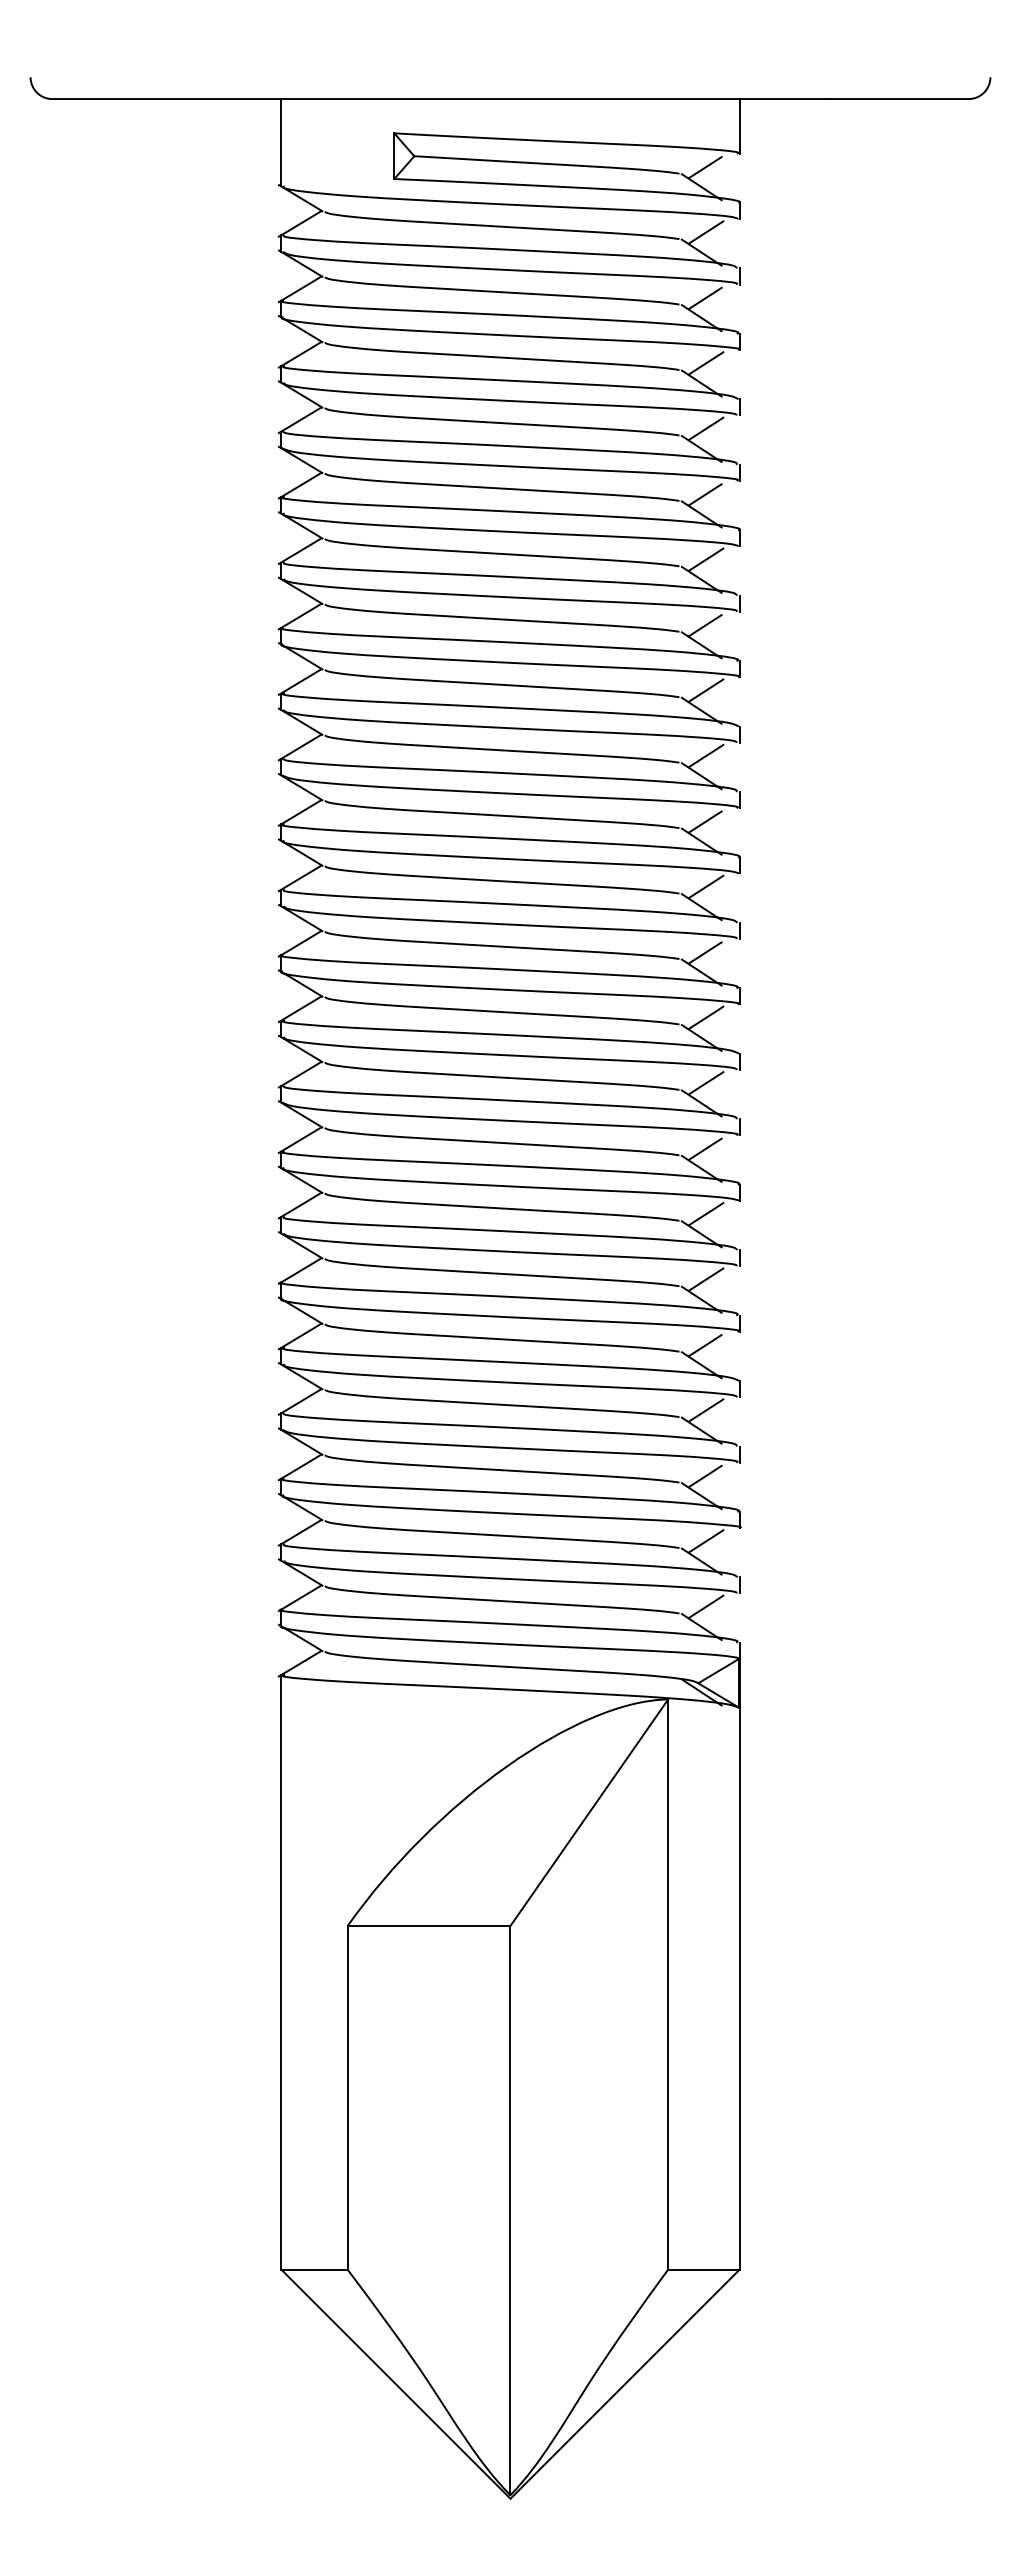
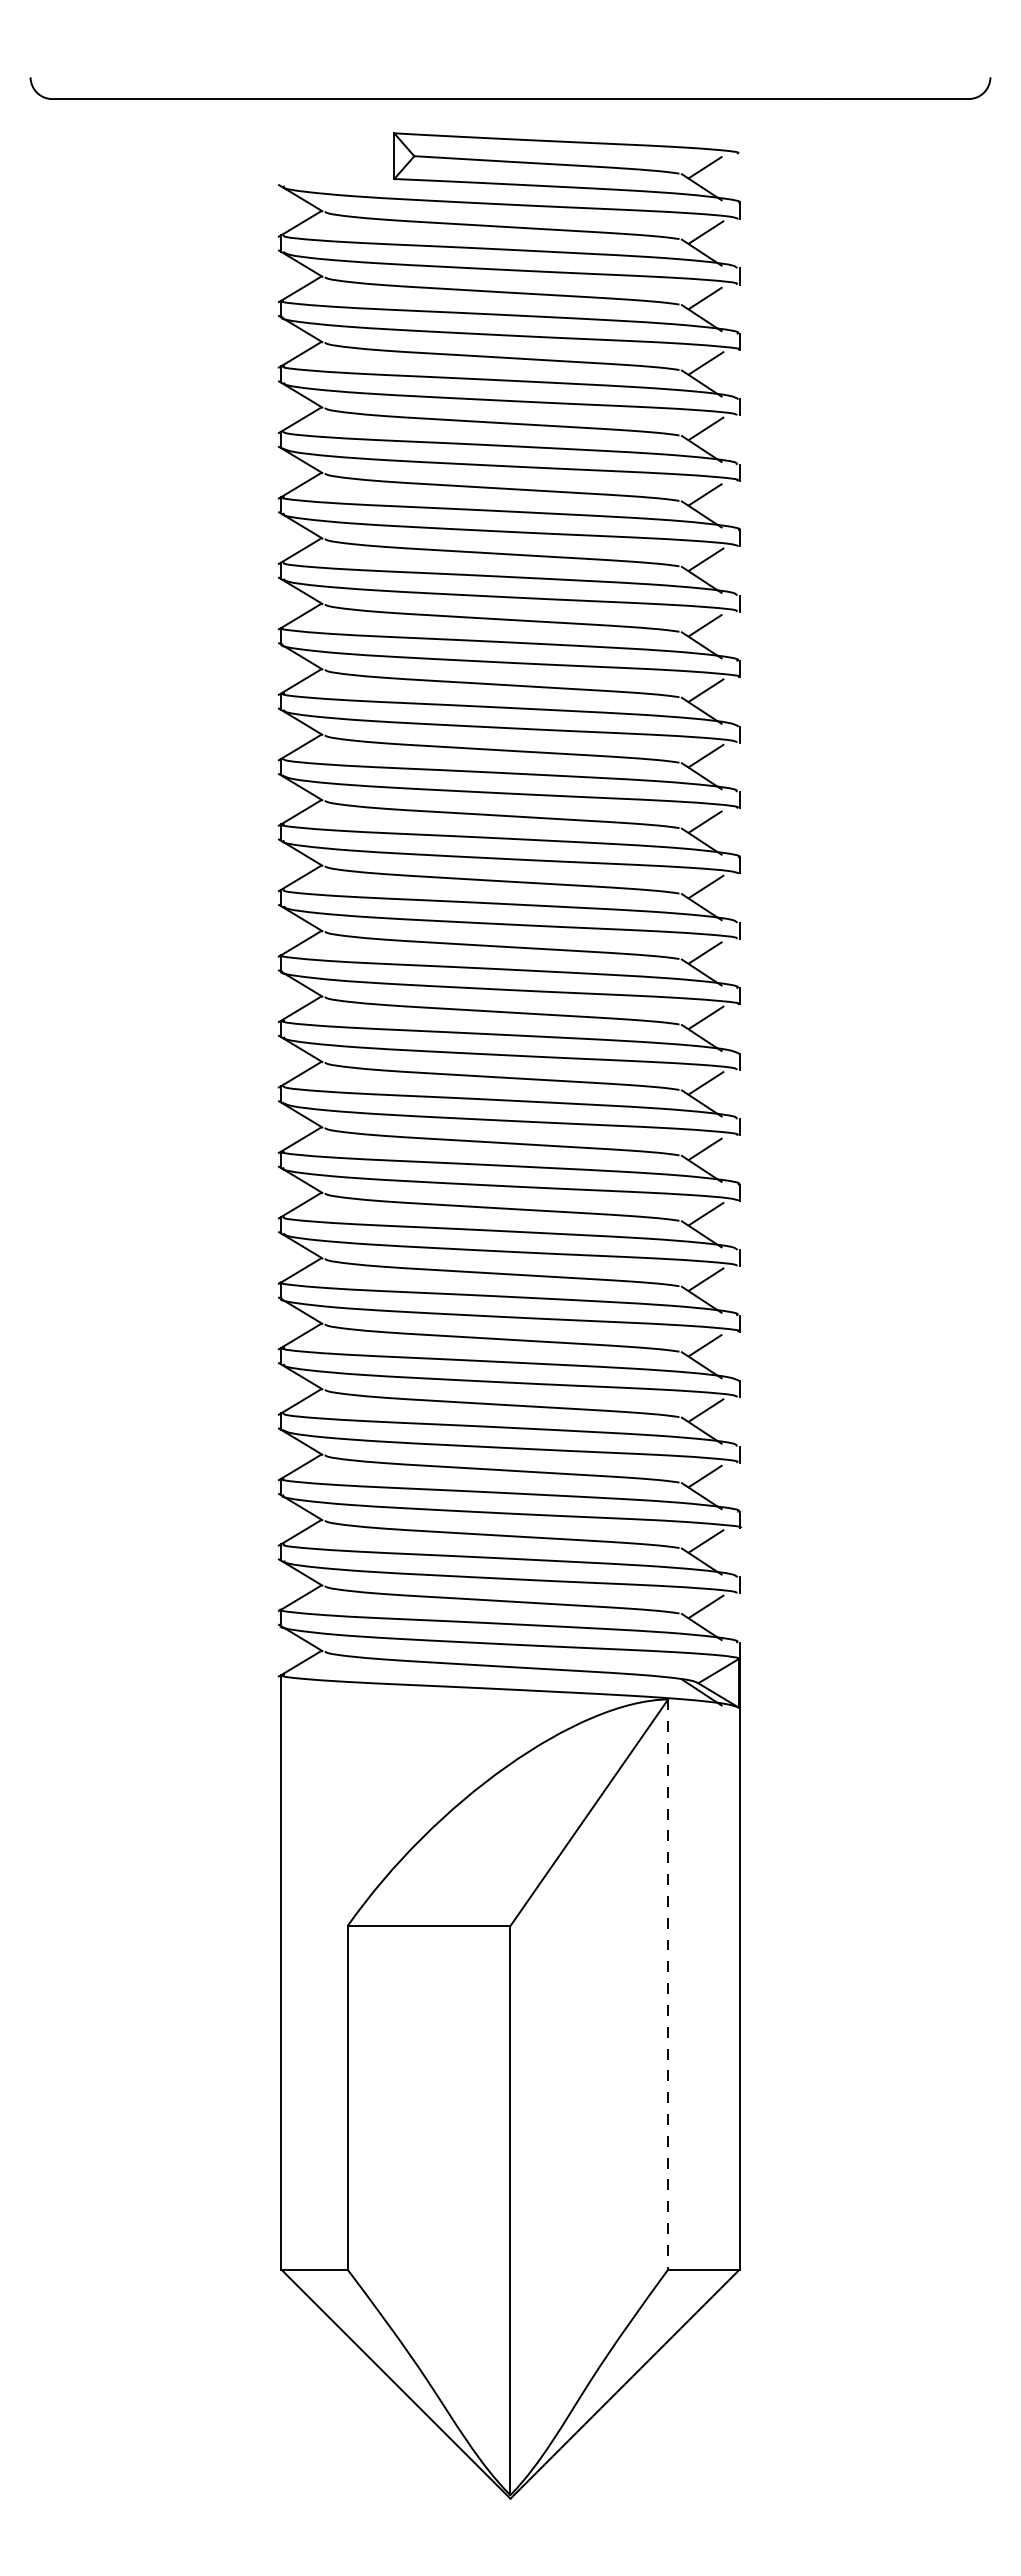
line at (739, 126): present -> none
line at (281, 142): present -> none
line at (668, 1985): solid -> dashed
